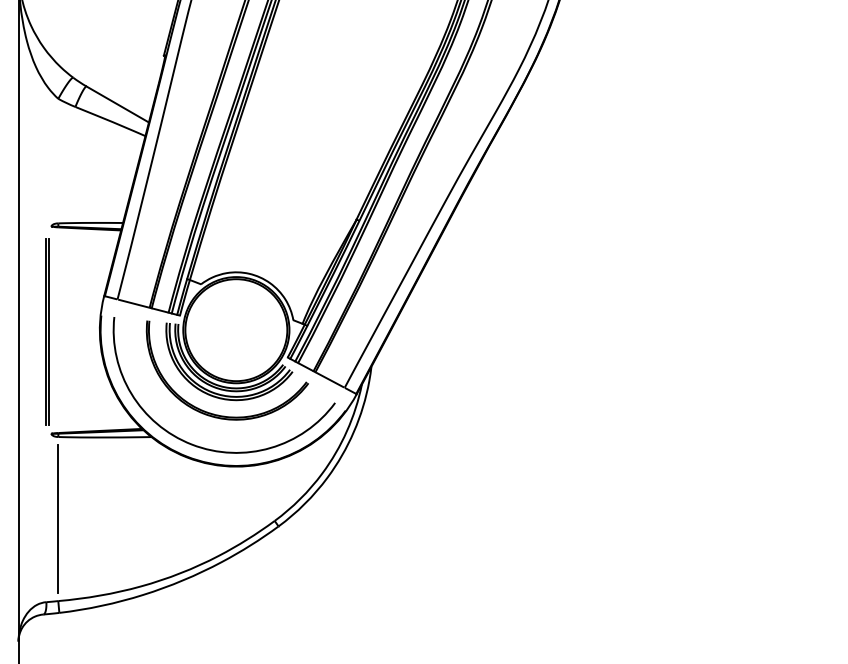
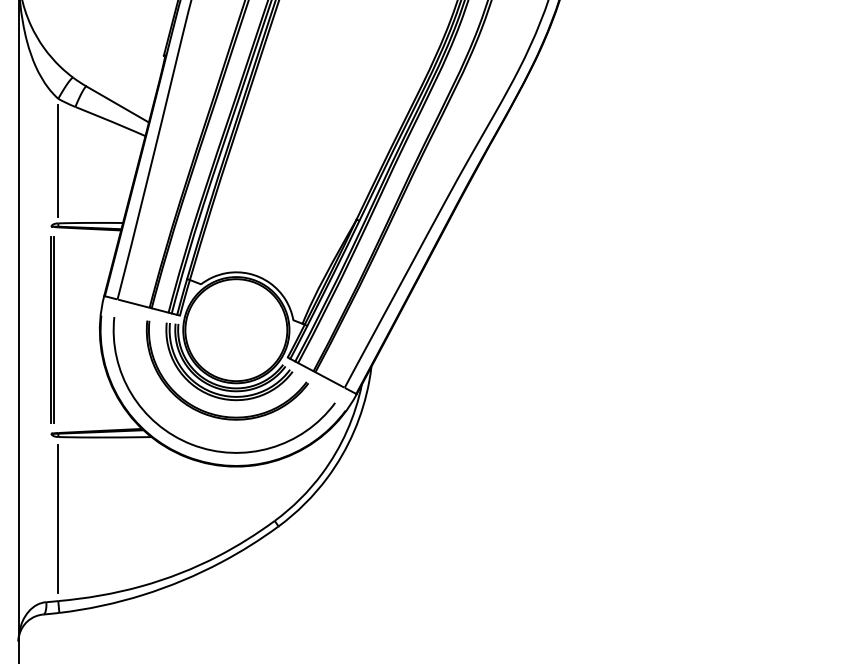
line at (58, 161): none -> present
line at (46, 331) position: (46, 331) -> (51, 329)
